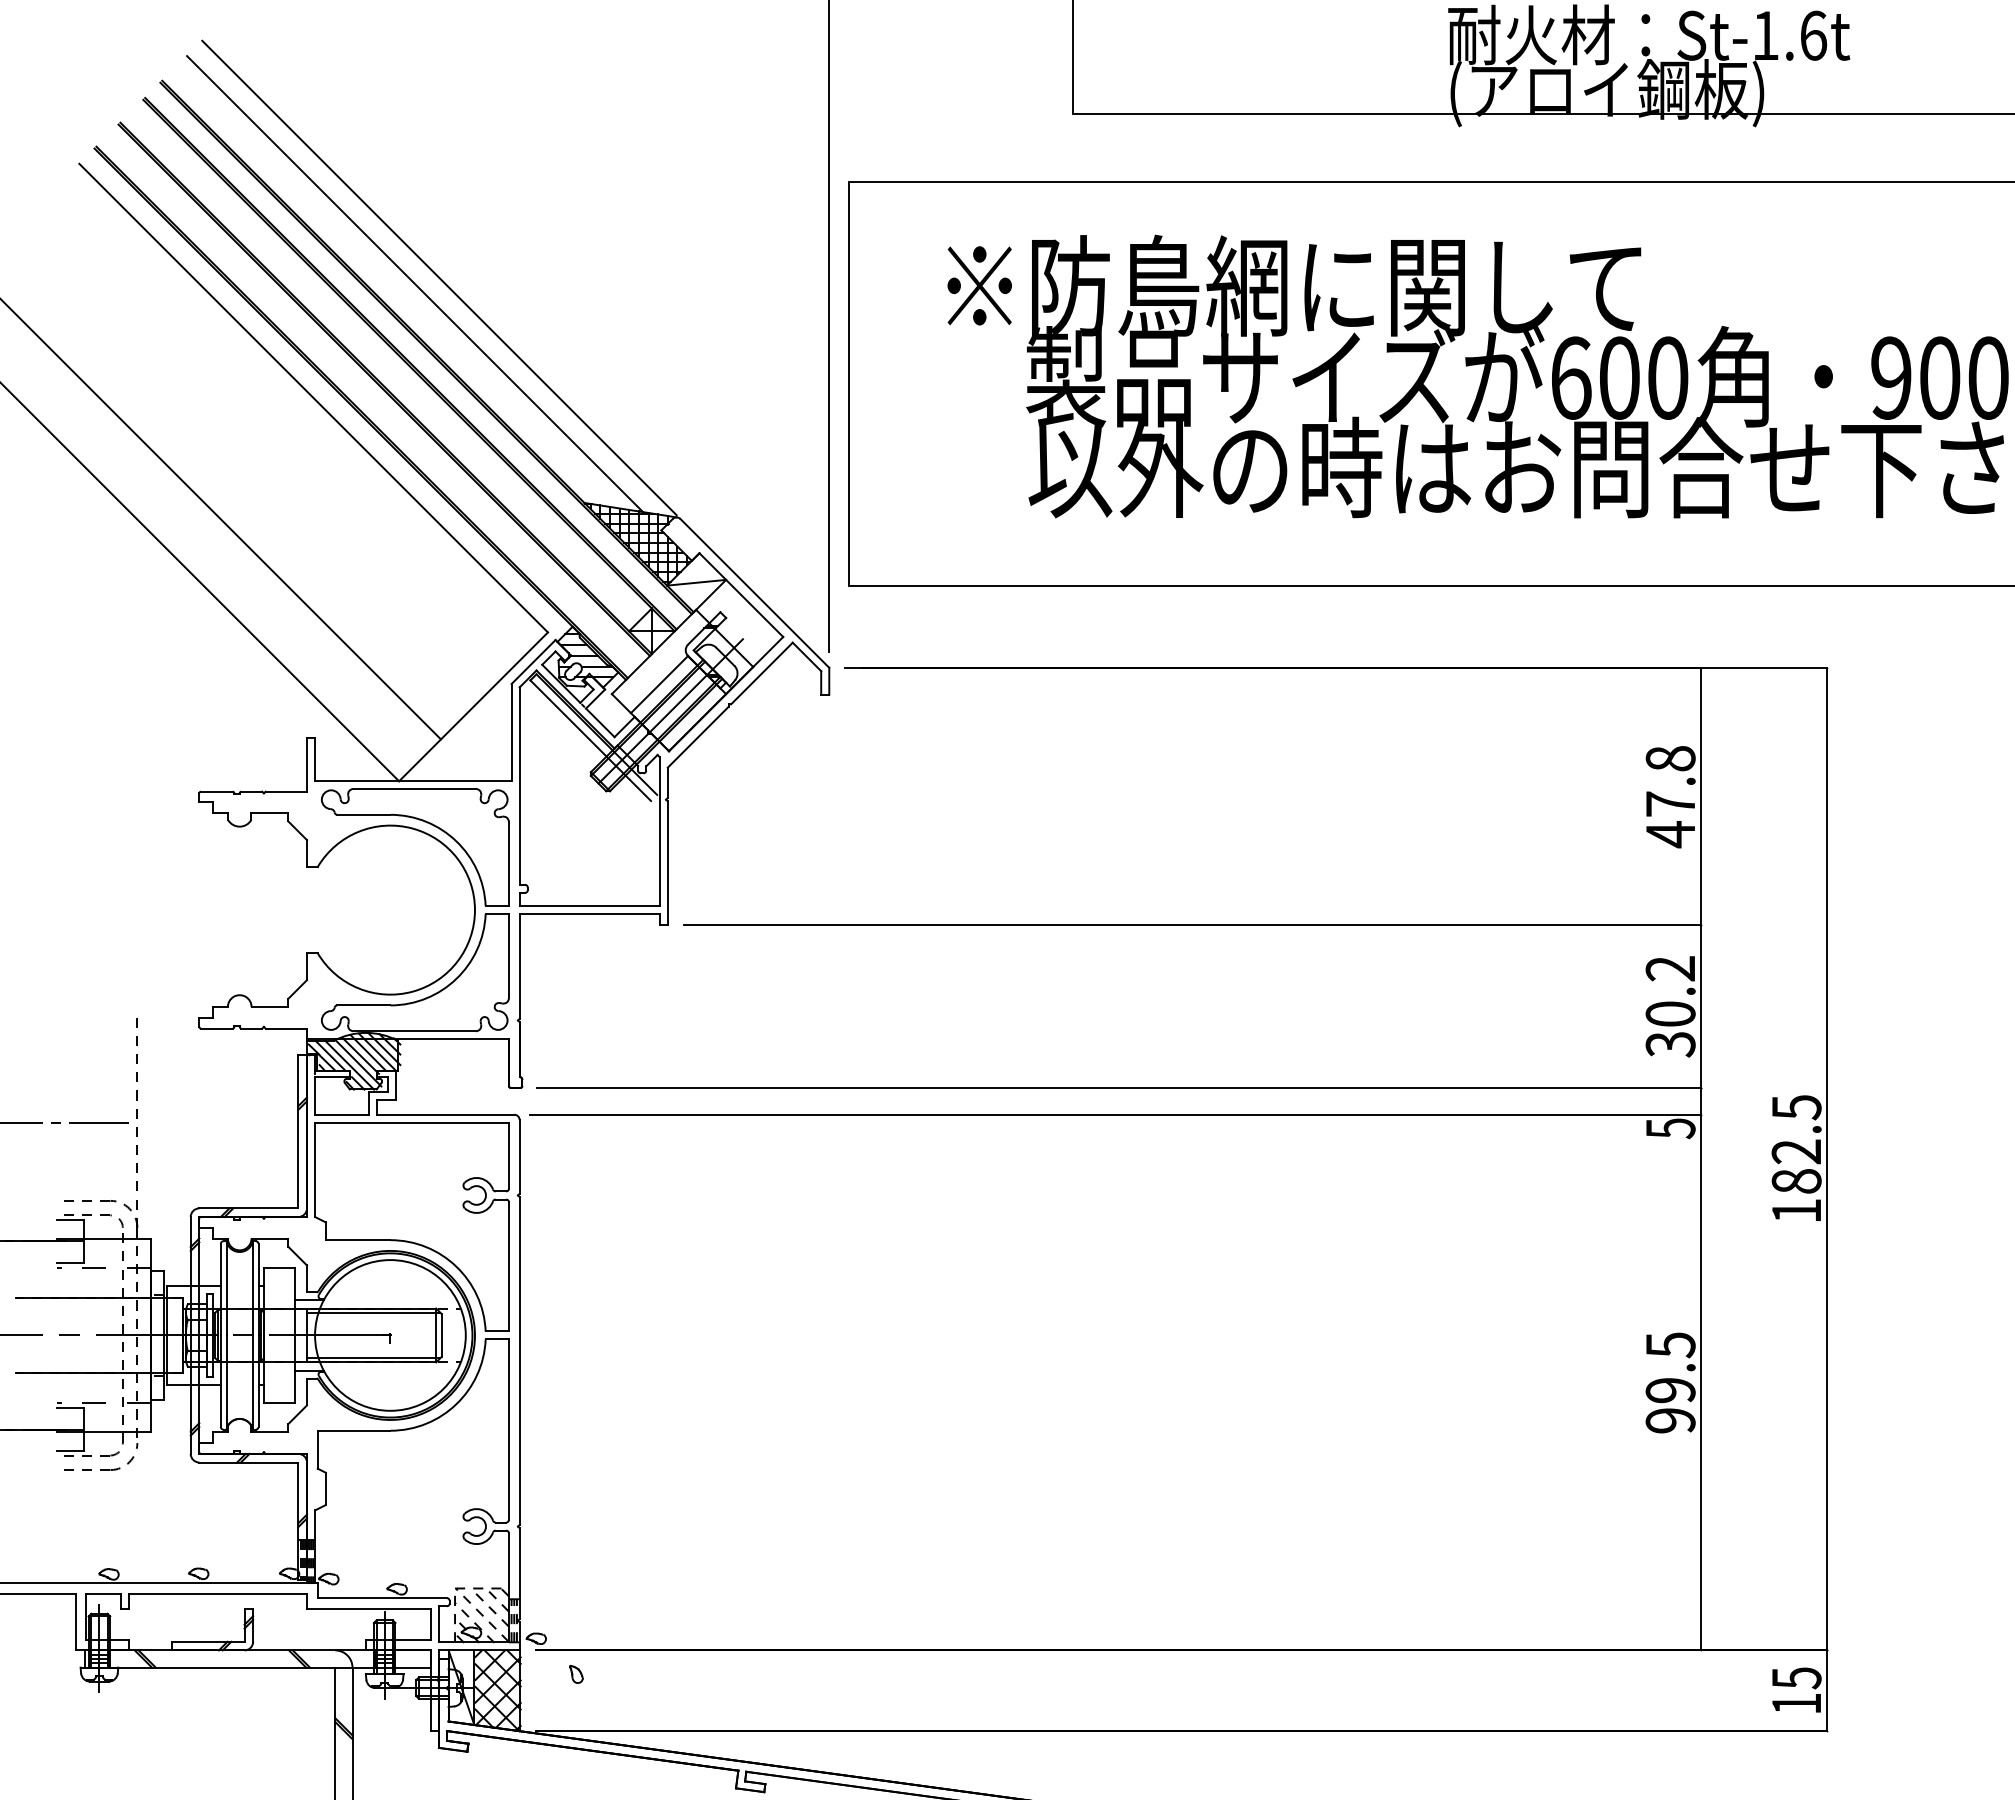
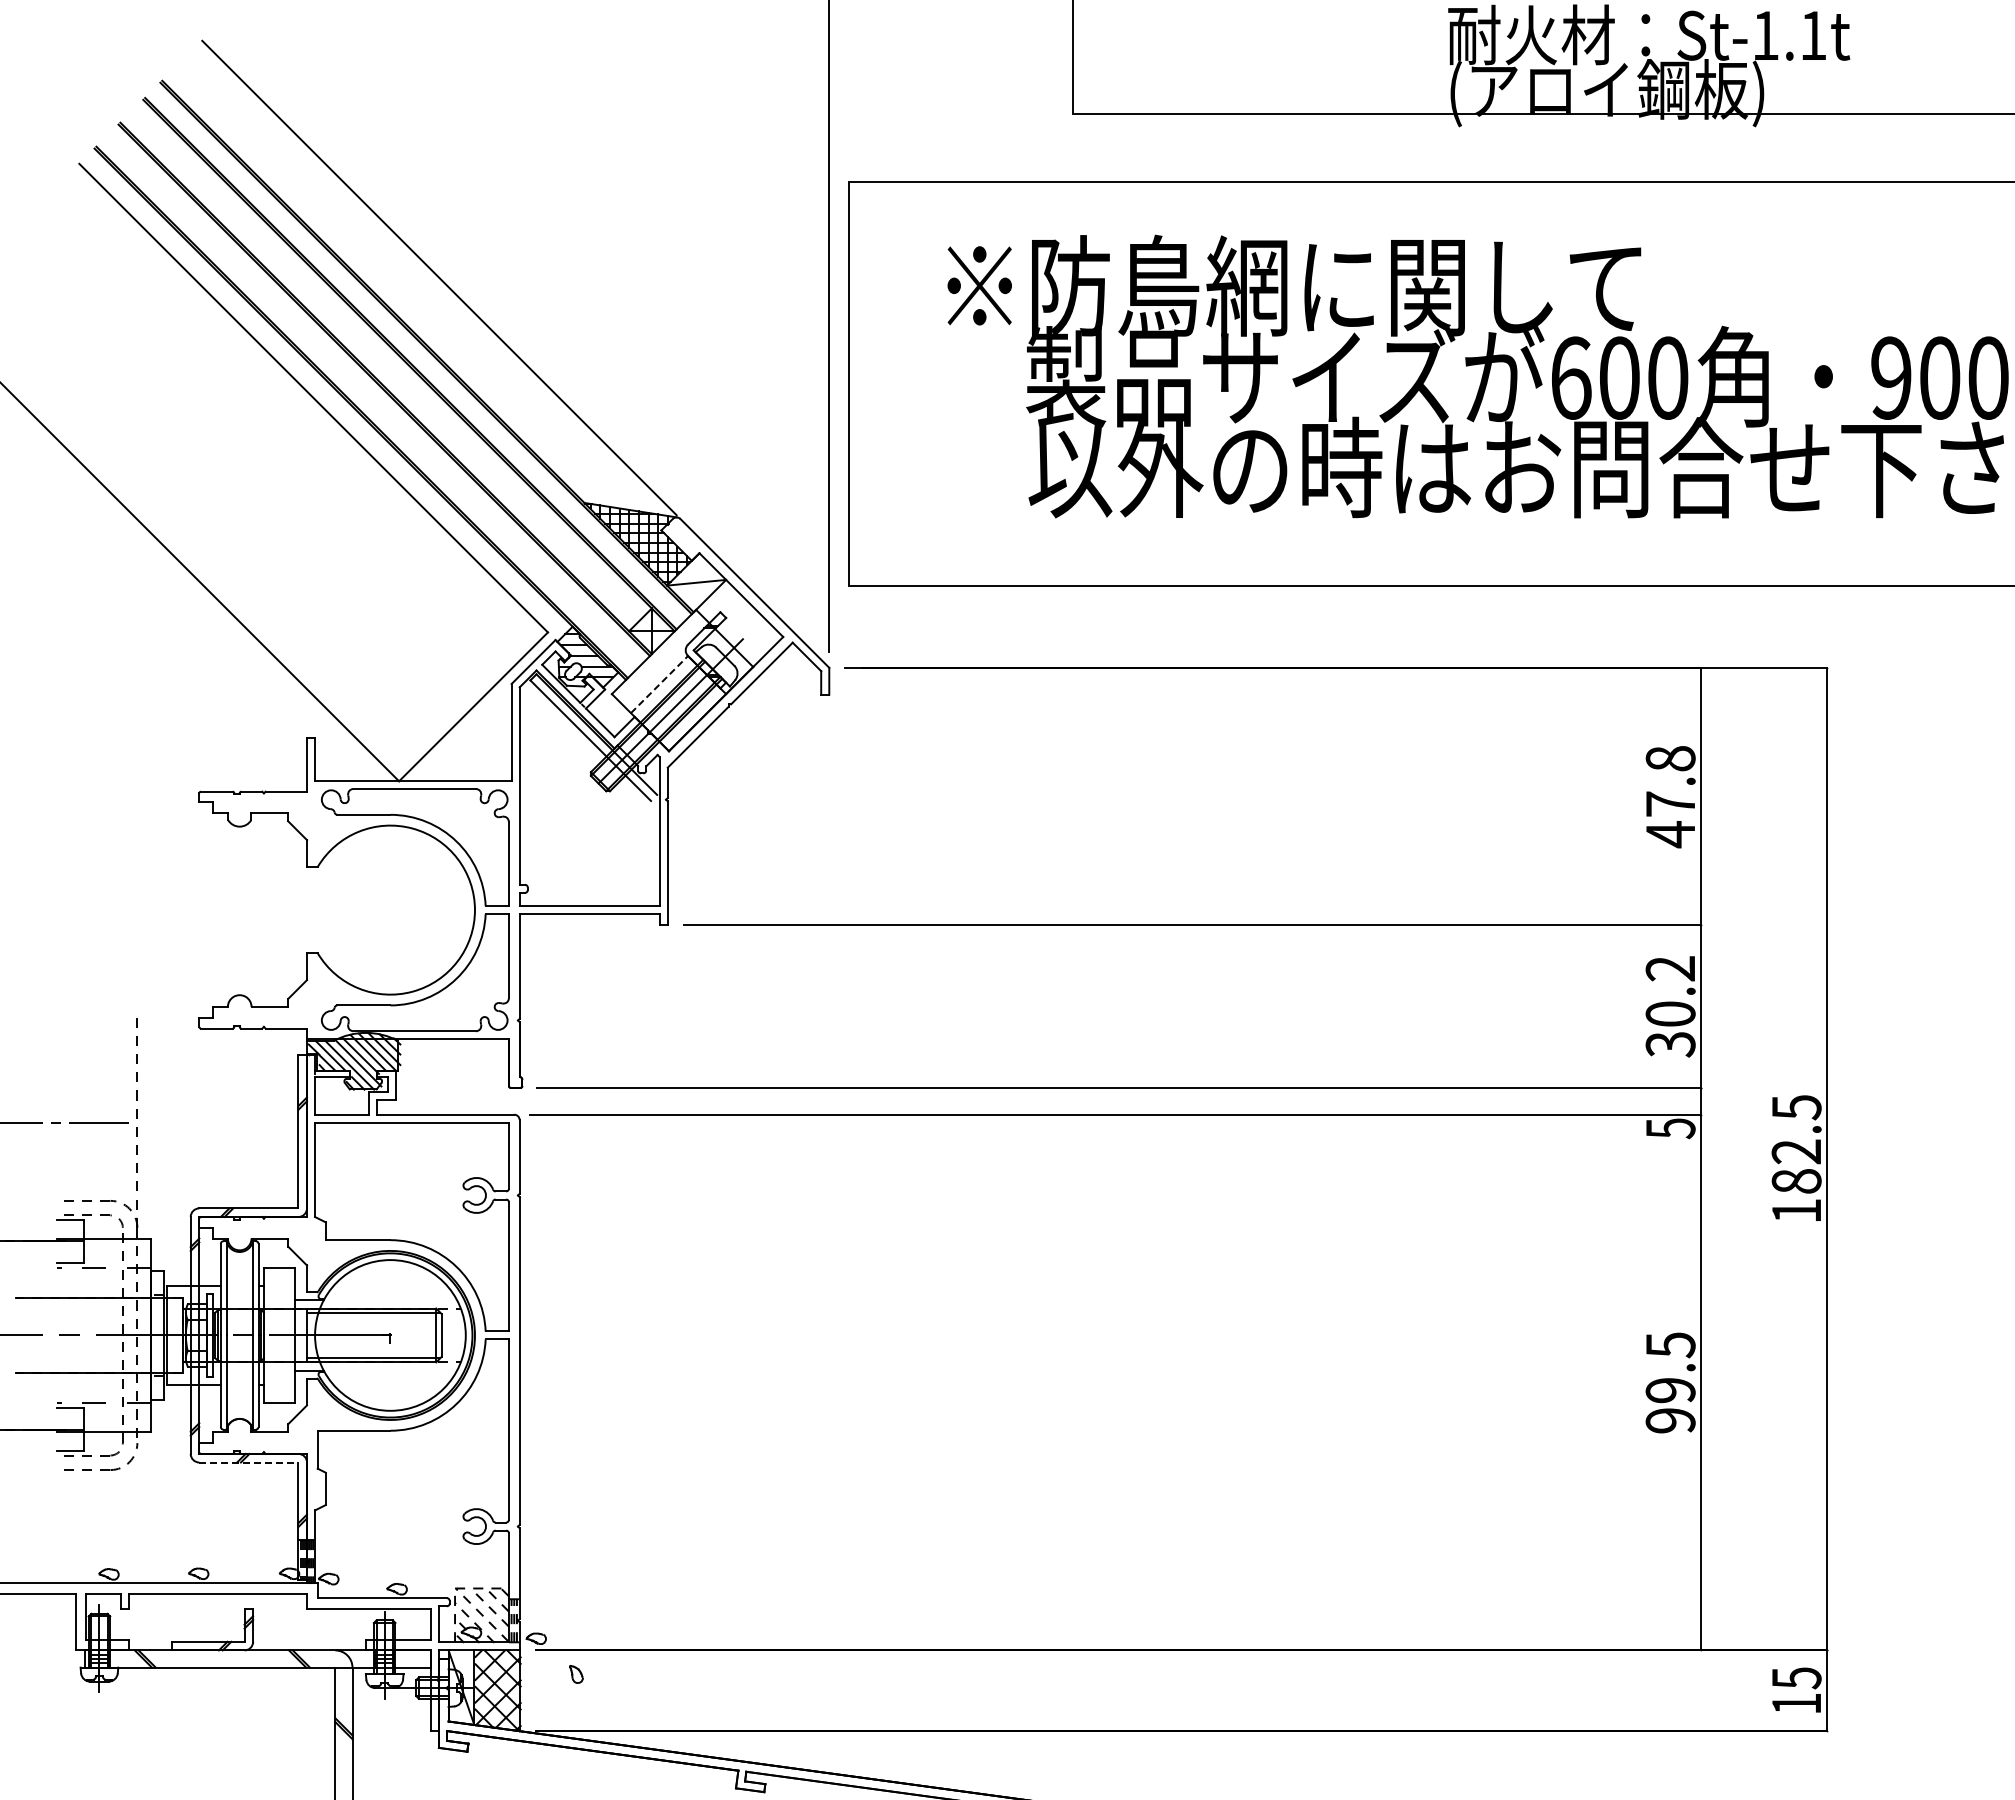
text at (1814, 35): St-1.6t -> St-1.1t
line at (415, 284): present -> none
line at (221, 519): present -> none
line at (659, 684): solid -> dashed
line at (248, 1462): solid -> dashed
